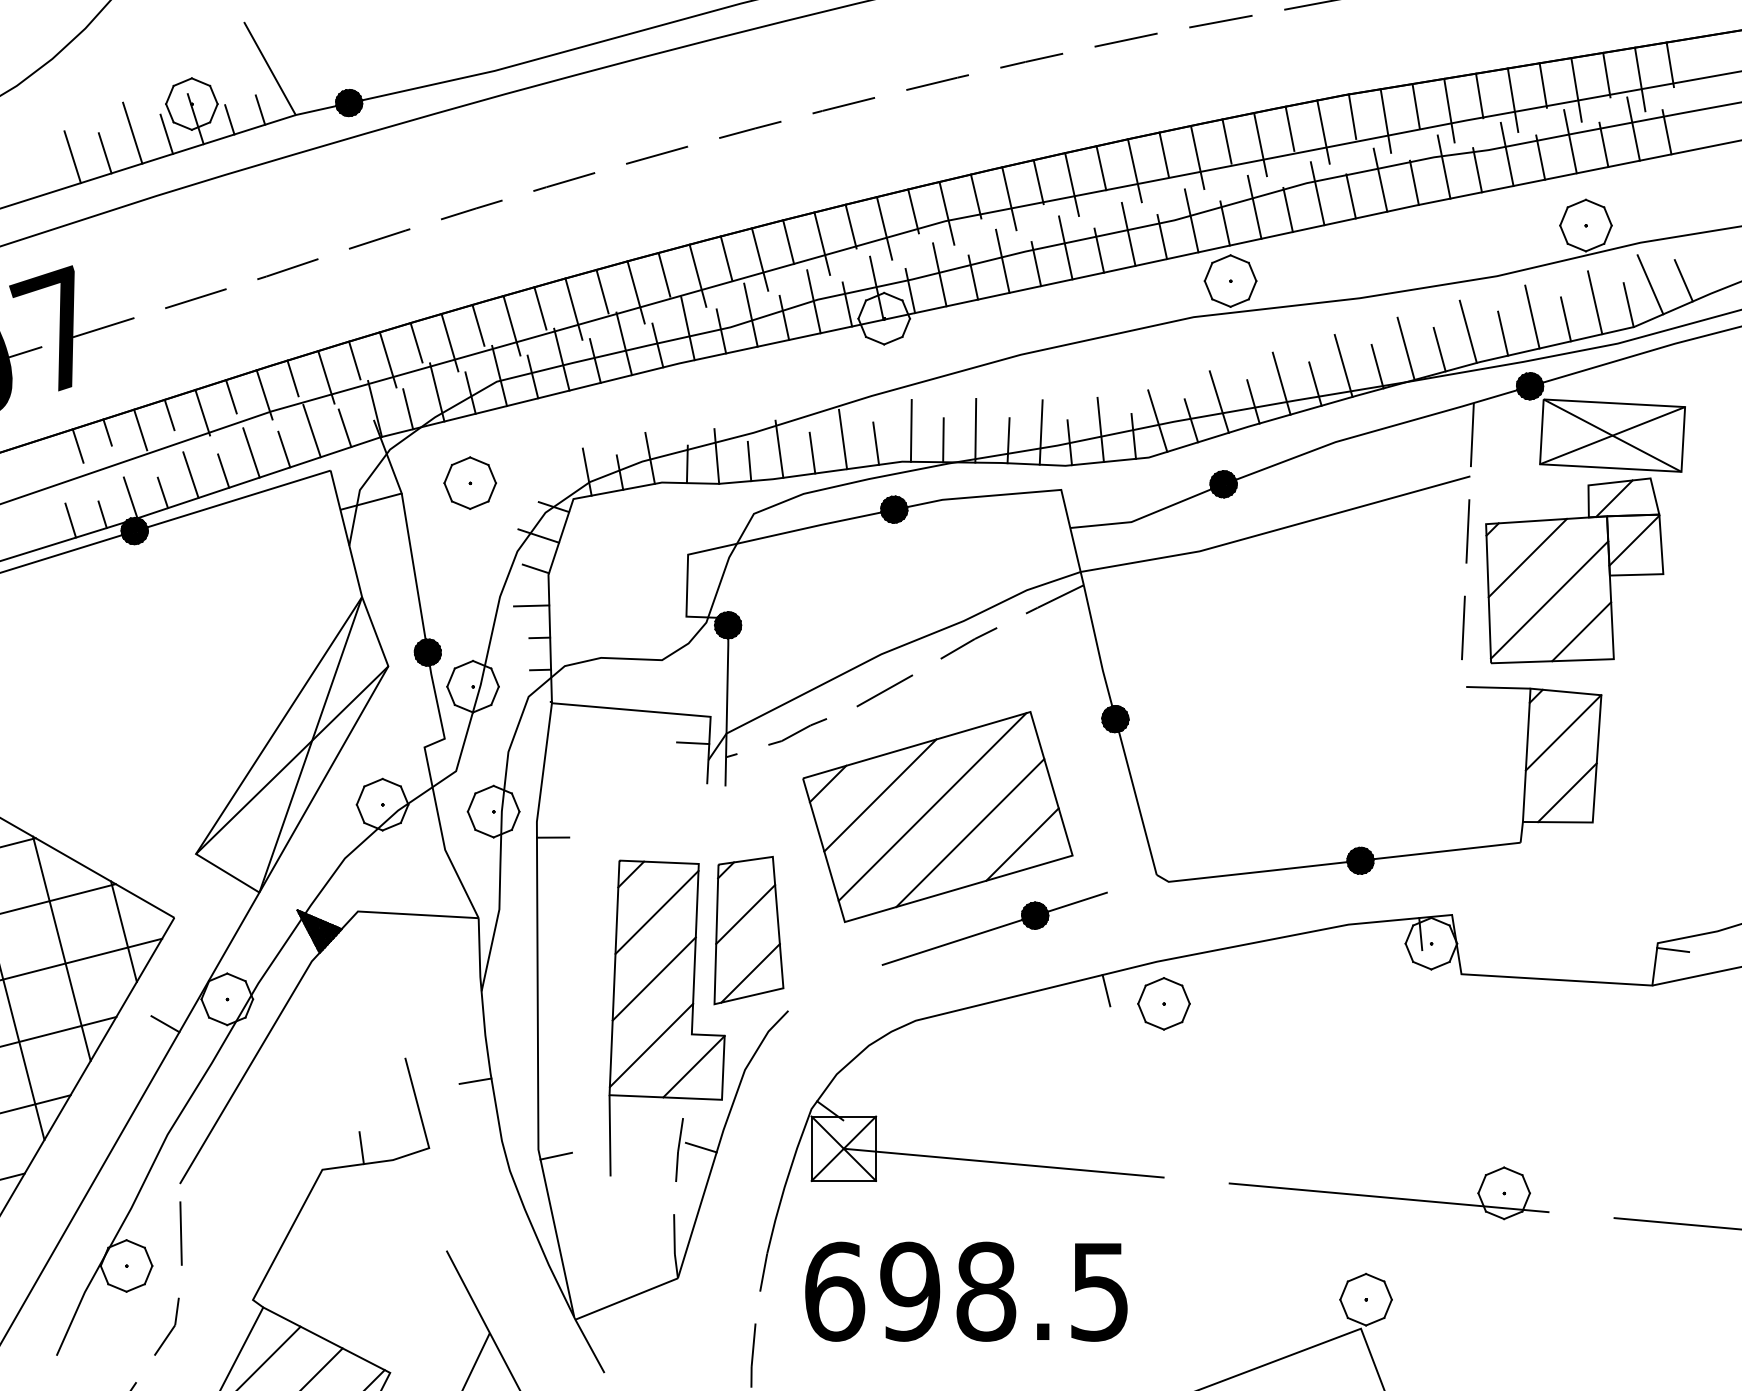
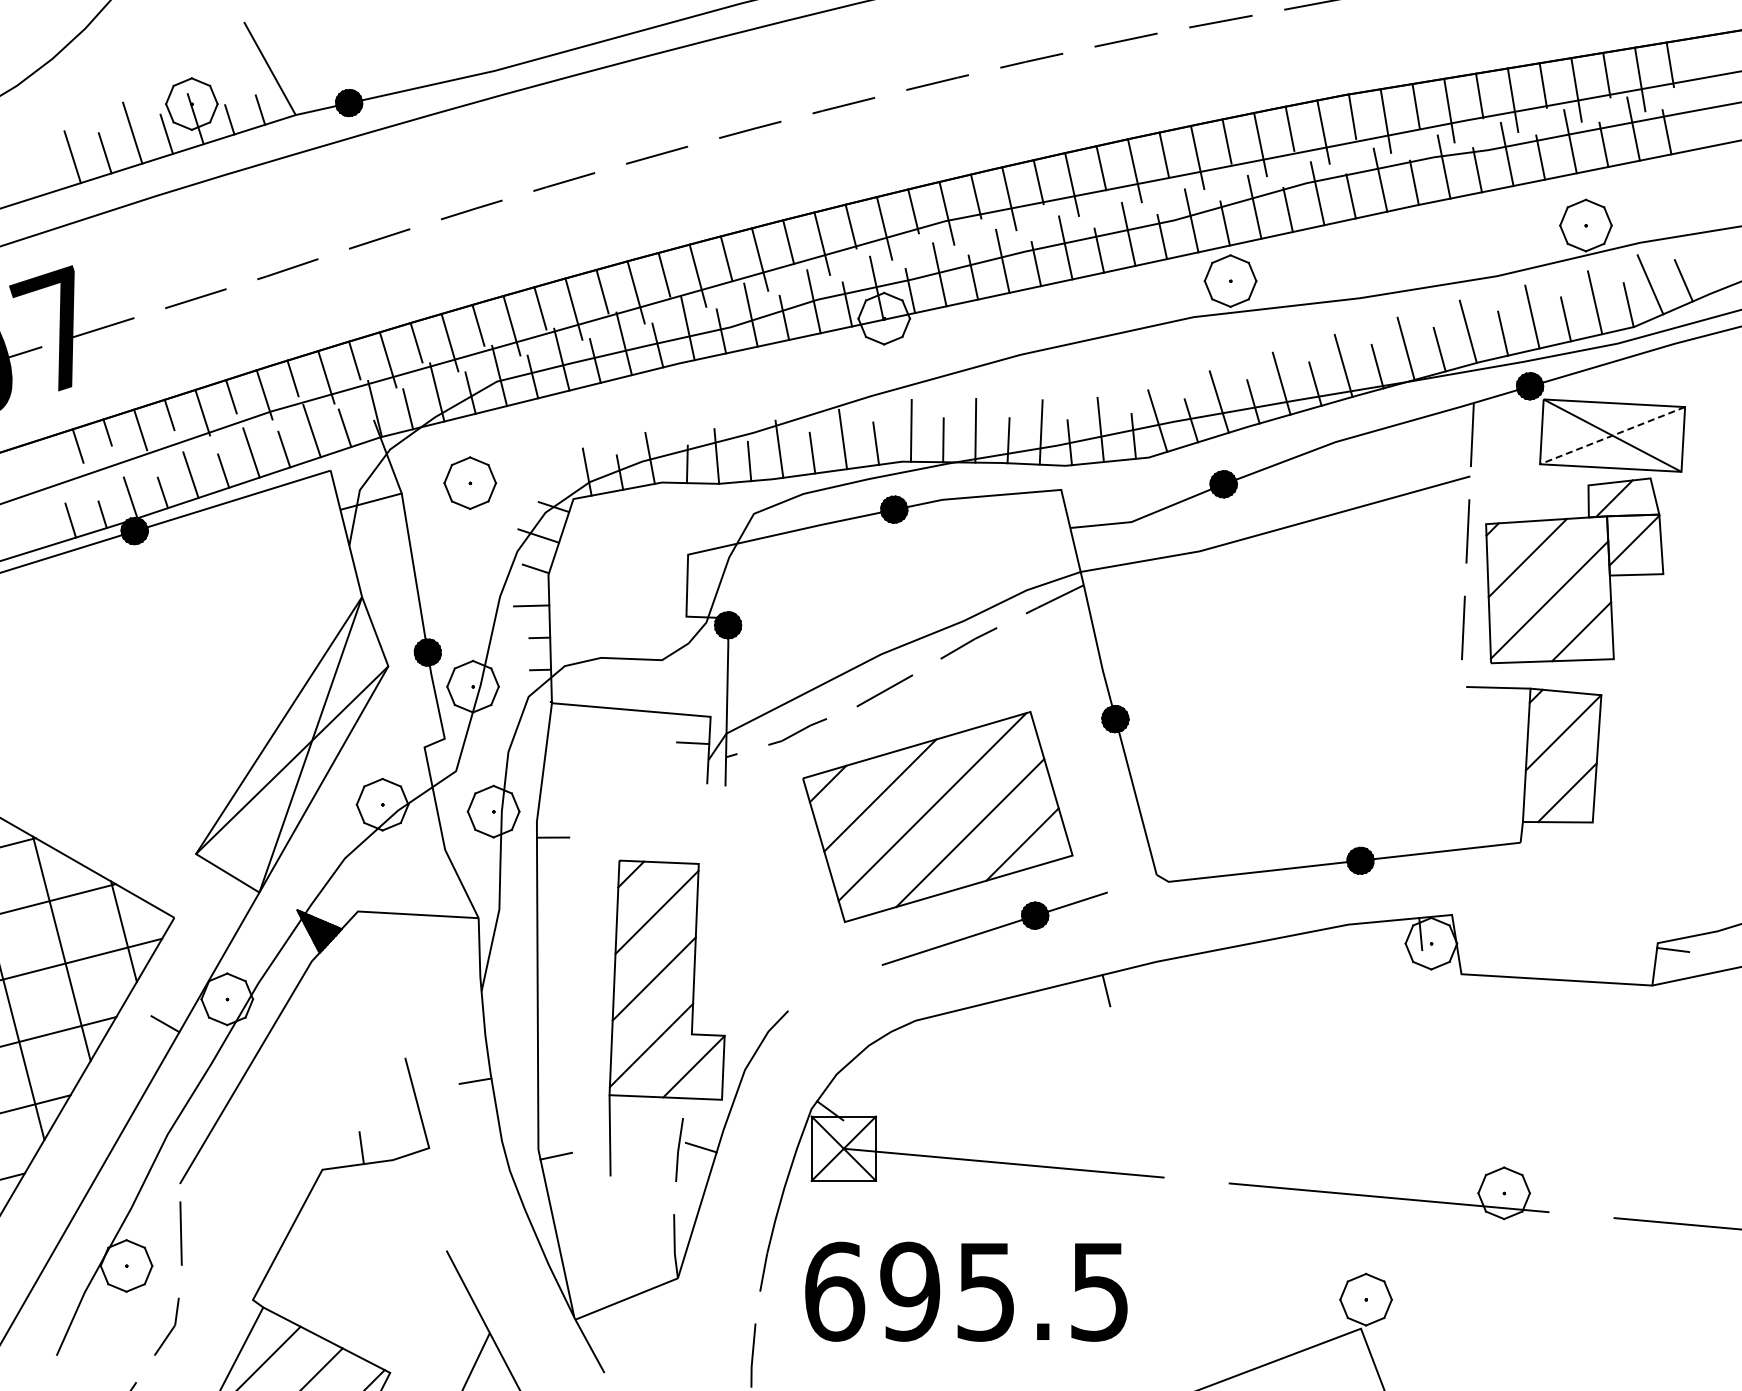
line at (1612, 435): solid -> dashed
part at (748, 930): present -> none
part at (1163, 1003): present -> none
text at (986, 1291): 698.5 -> 695.5
